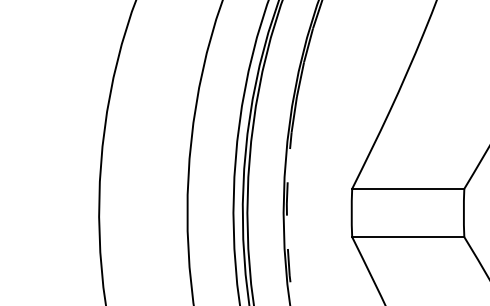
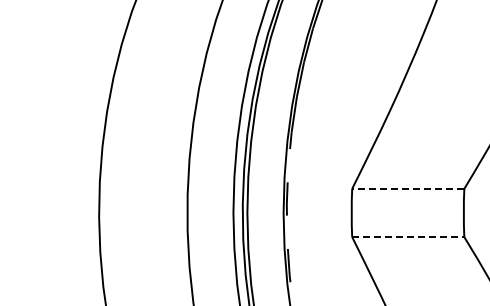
line at (407, 188): solid -> dashed
line at (408, 237): solid -> dashed
